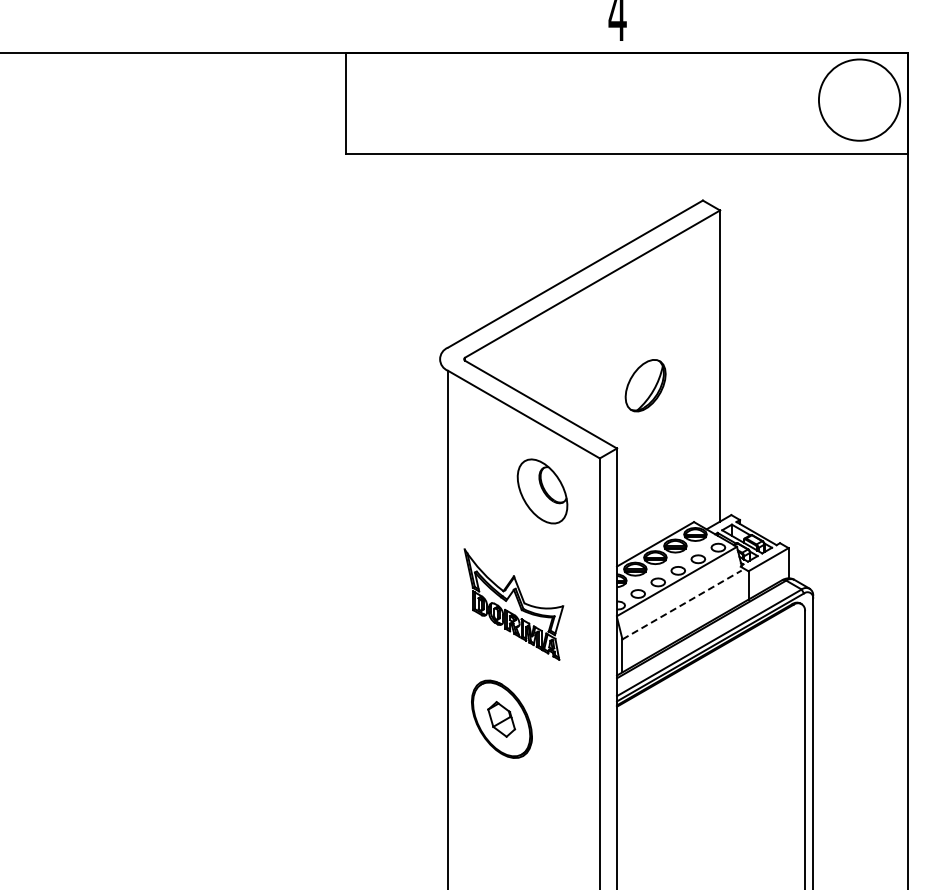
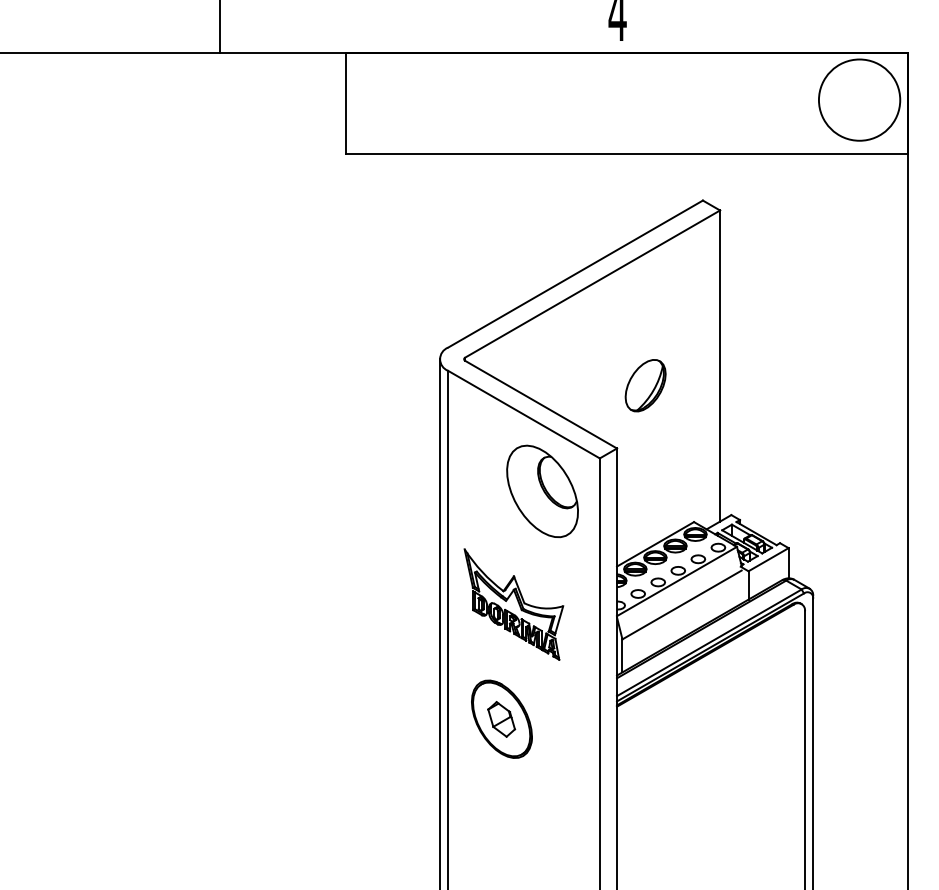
line at (219, 27): none -> present
part at (542, 491) size: 53x67 px -> 73x95 px
line at (682, 604): dashed -> solid
line at (439, 622): none -> present
